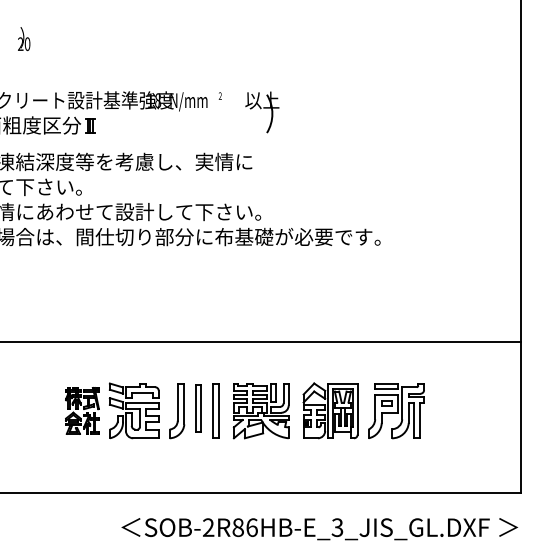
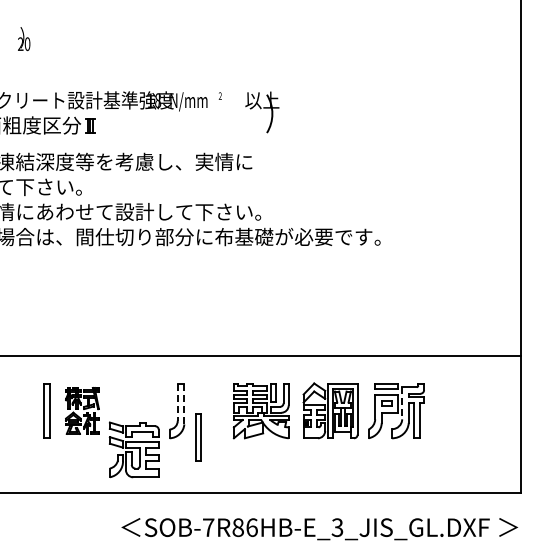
line at (261, 341) position: (261, 341) -> (261, 355)
line at (177, 402): solid -> dashed
line at (184, 403): solid -> dashed
line at (402, 403): solid -> dashed
part at (198, 408) position: (198, 408) -> (198, 437)
part at (133, 410) position: (133, 410) -> (133, 449)
part at (215, 410) position: (215, 410) -> (46, 410)
text at (208, 527): SOB-2R86HB-E_3_JIS_GL.DXF -> SOB-7R86HB-E_3_JIS_GL.DXF
